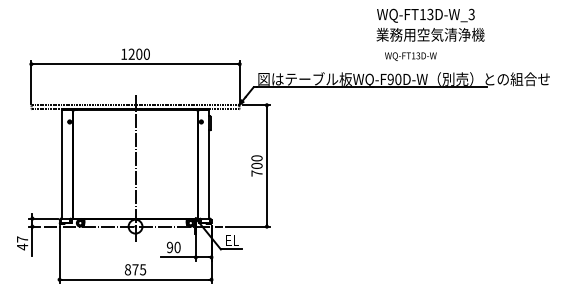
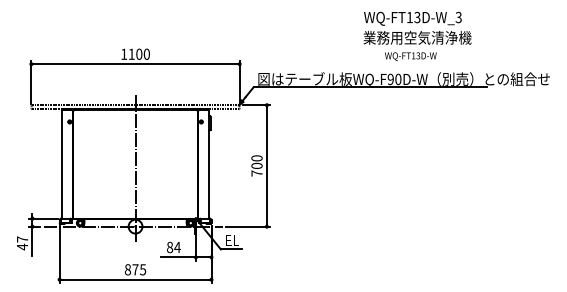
text at (430, 24) position: (430, 24) -> (417, 27)
text at (131, 53): 1200 -> 1100
text at (173, 247): 90 -> 84
